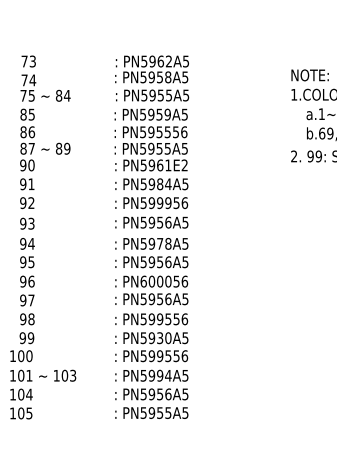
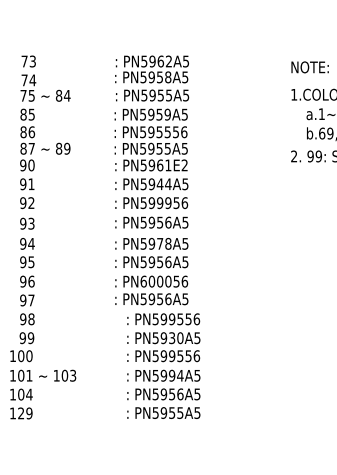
text at (309, 75) position: (309, 75) -> (309, 67)
text at (159, 184): PN5984A5 -> PN5944A5
text at (151, 365) position: (151, 365) -> (163, 365)
text at (25, 413): 105 -> 129
